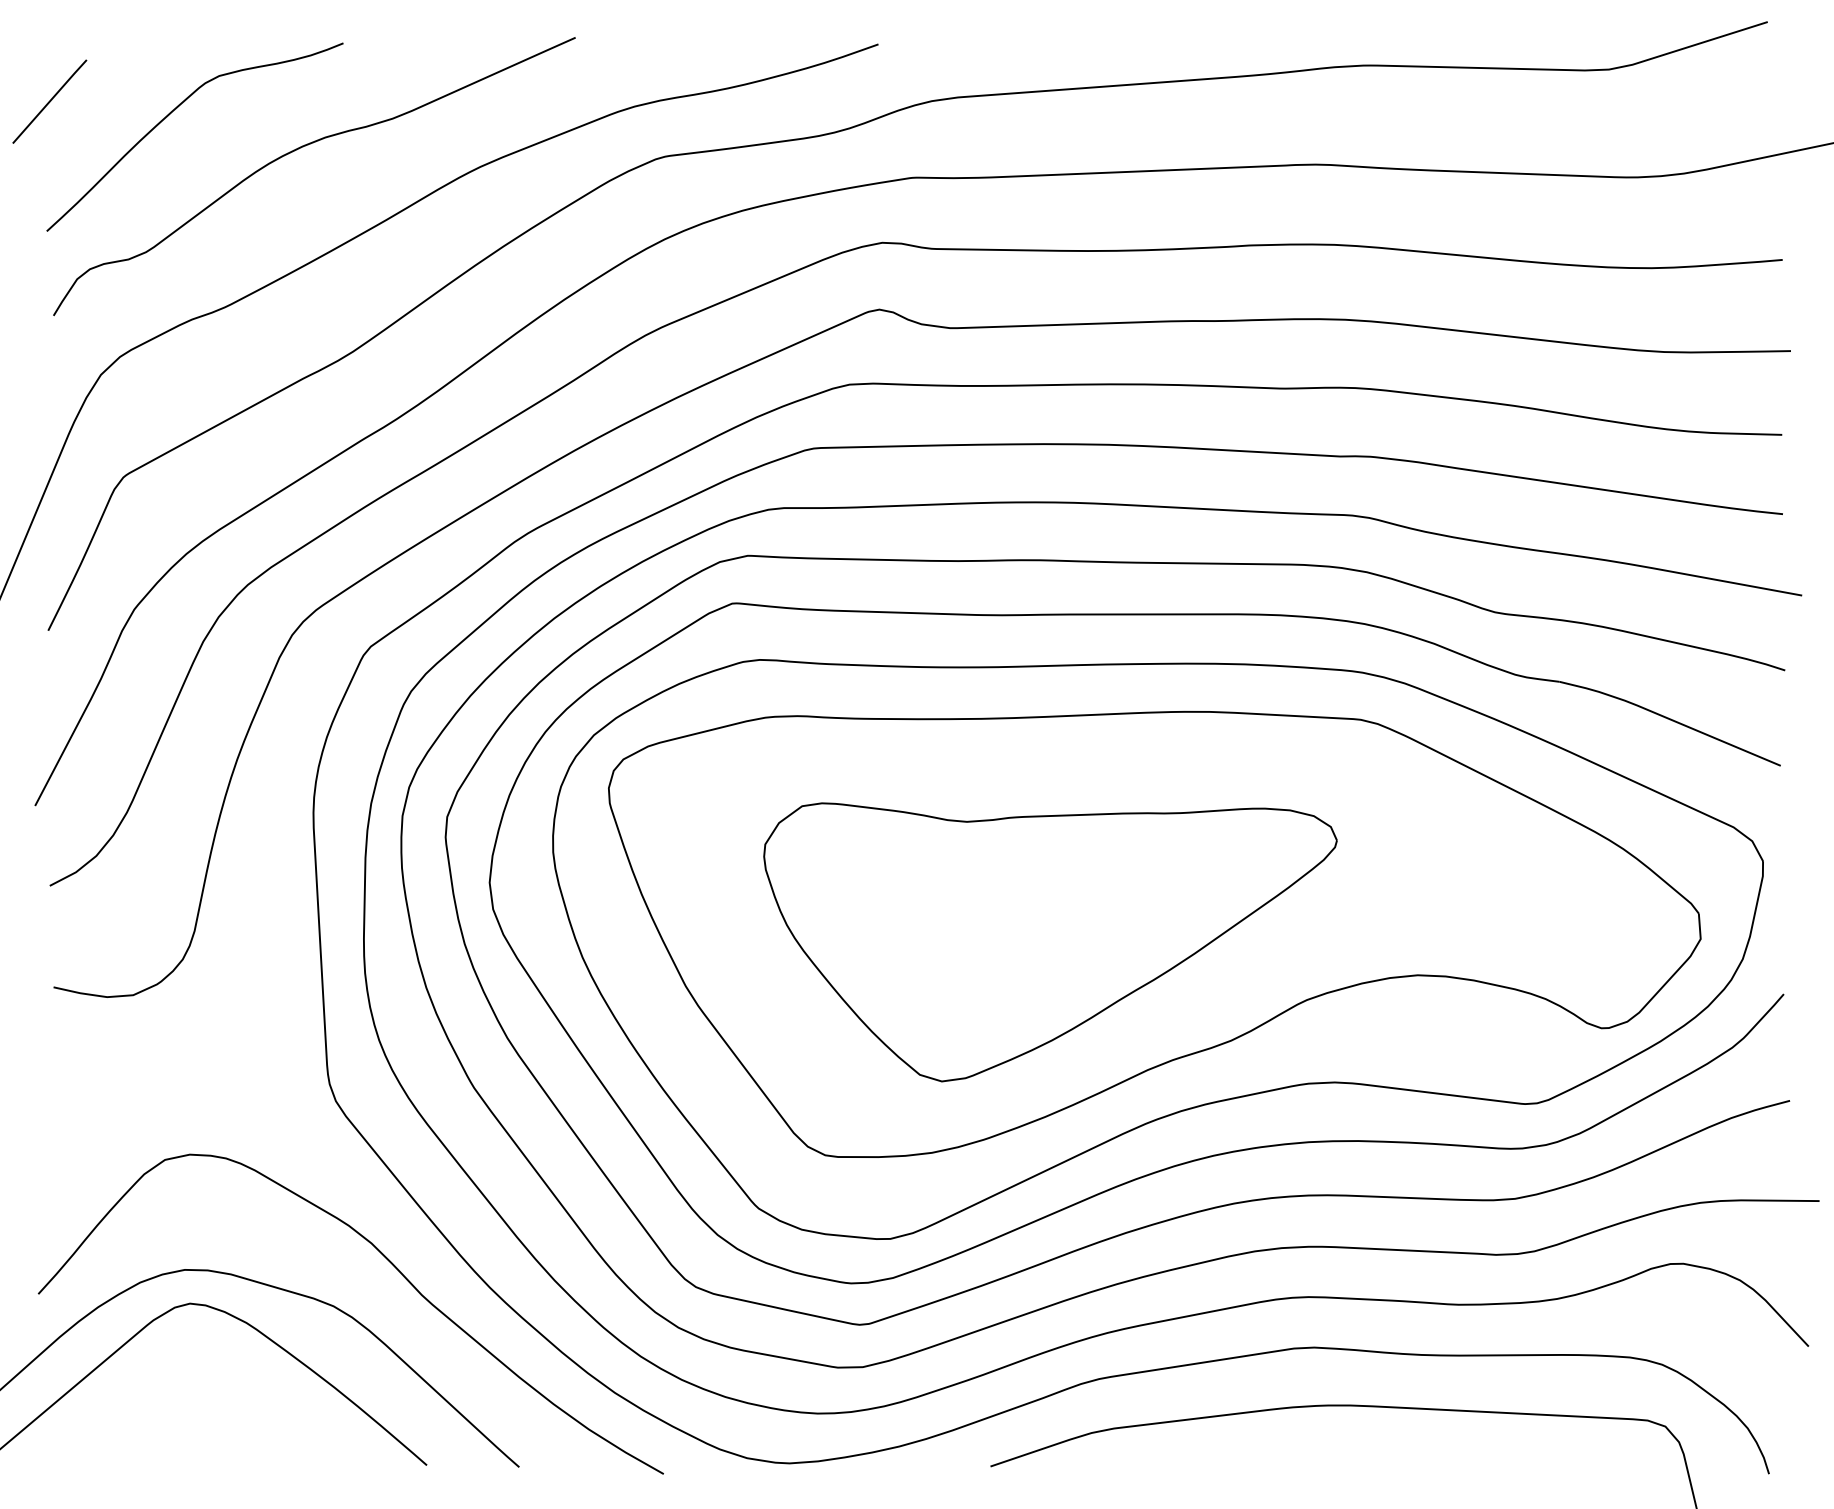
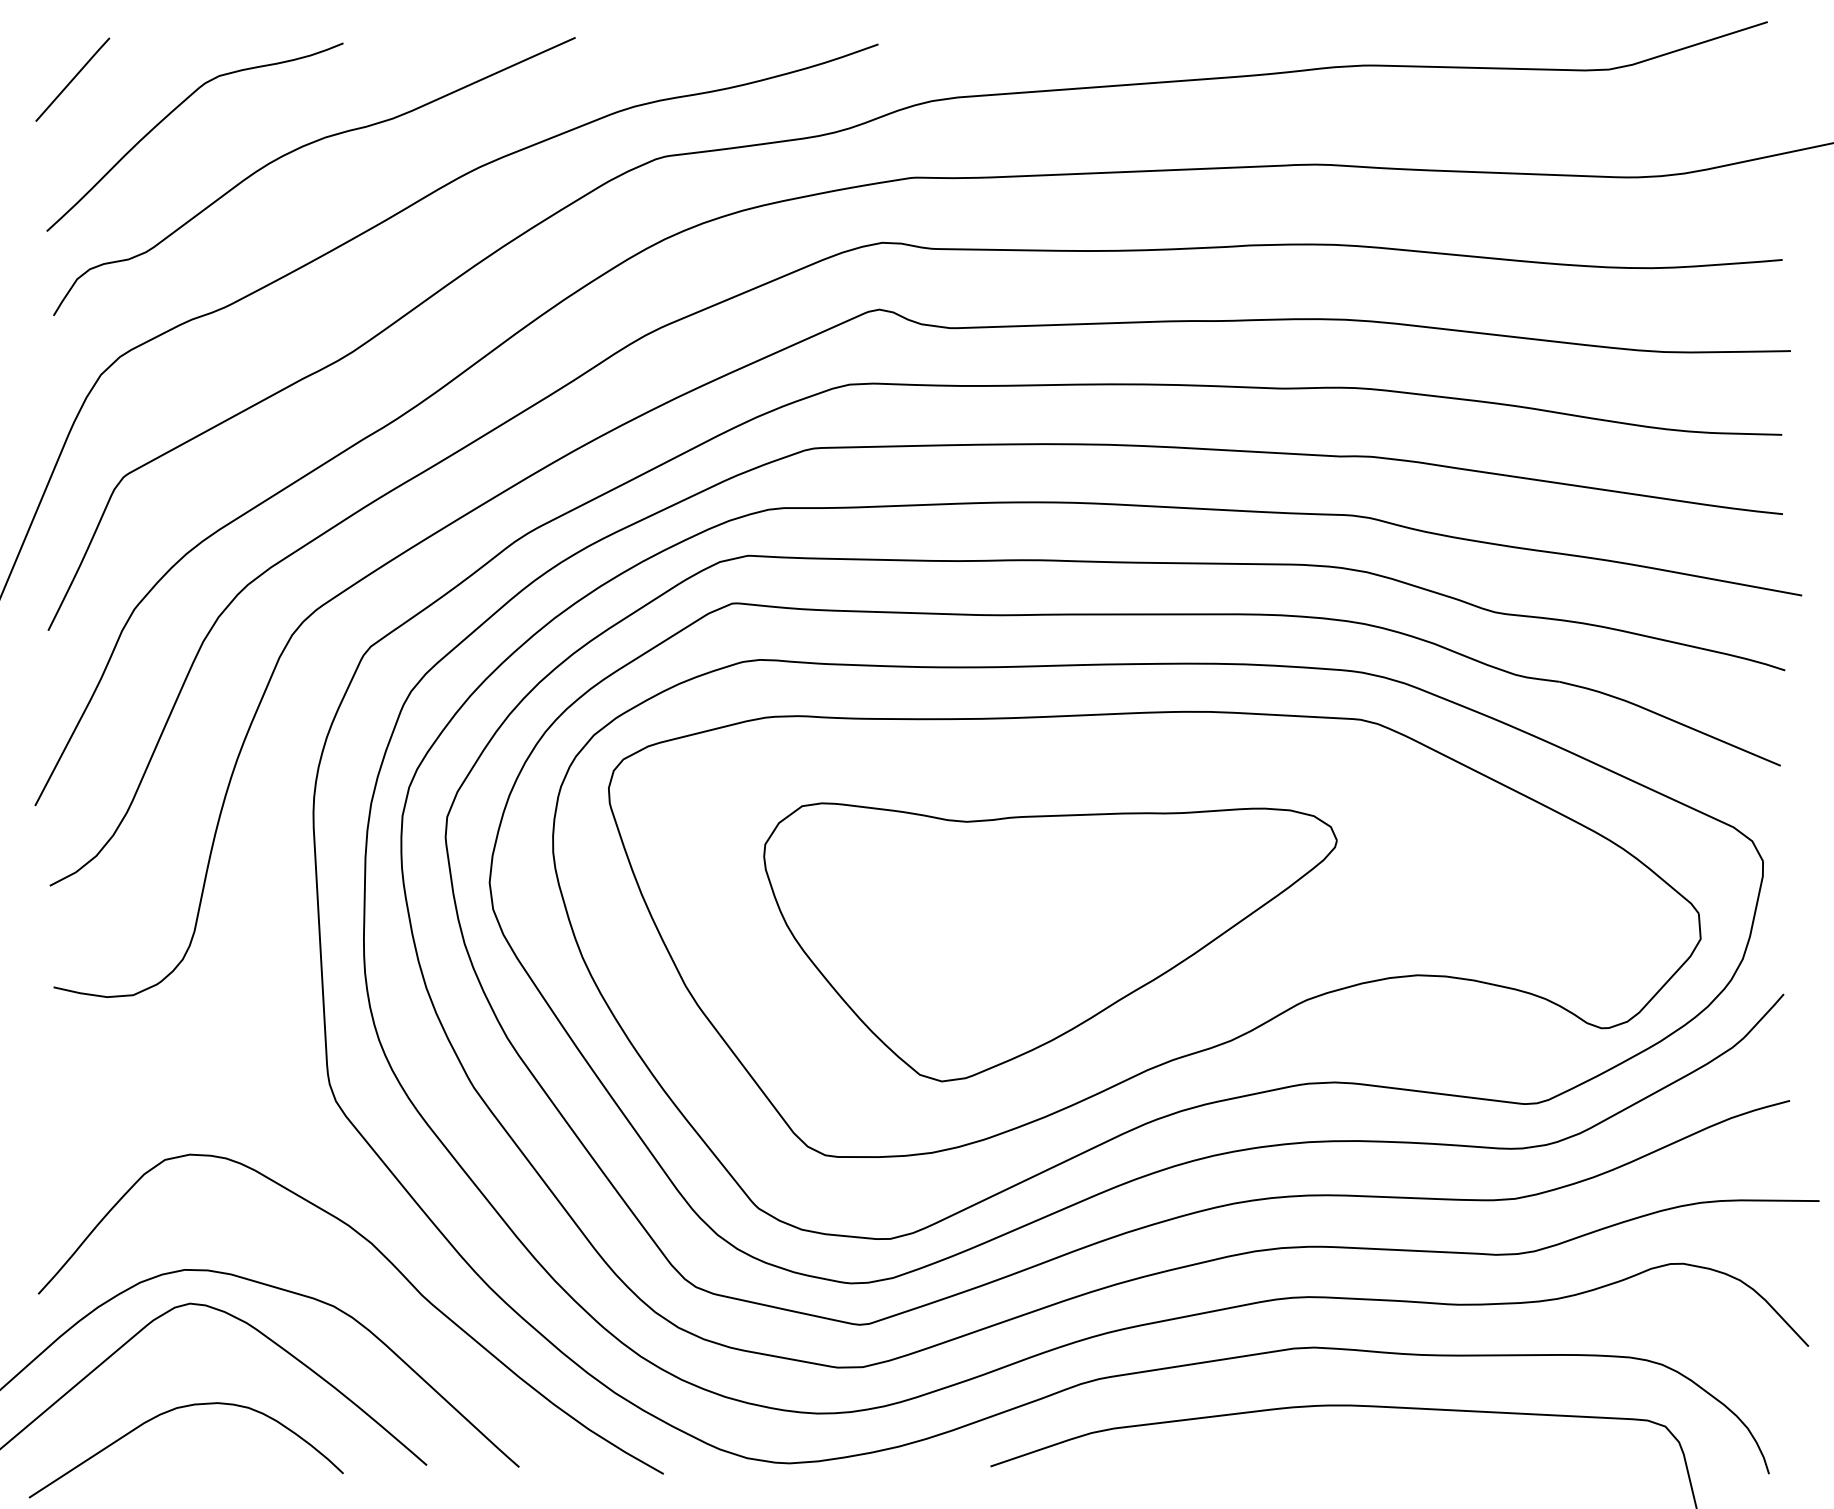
line at (49, 101) position: (49, 101) -> (72, 79)
curve at (171, 1411): none -> present
